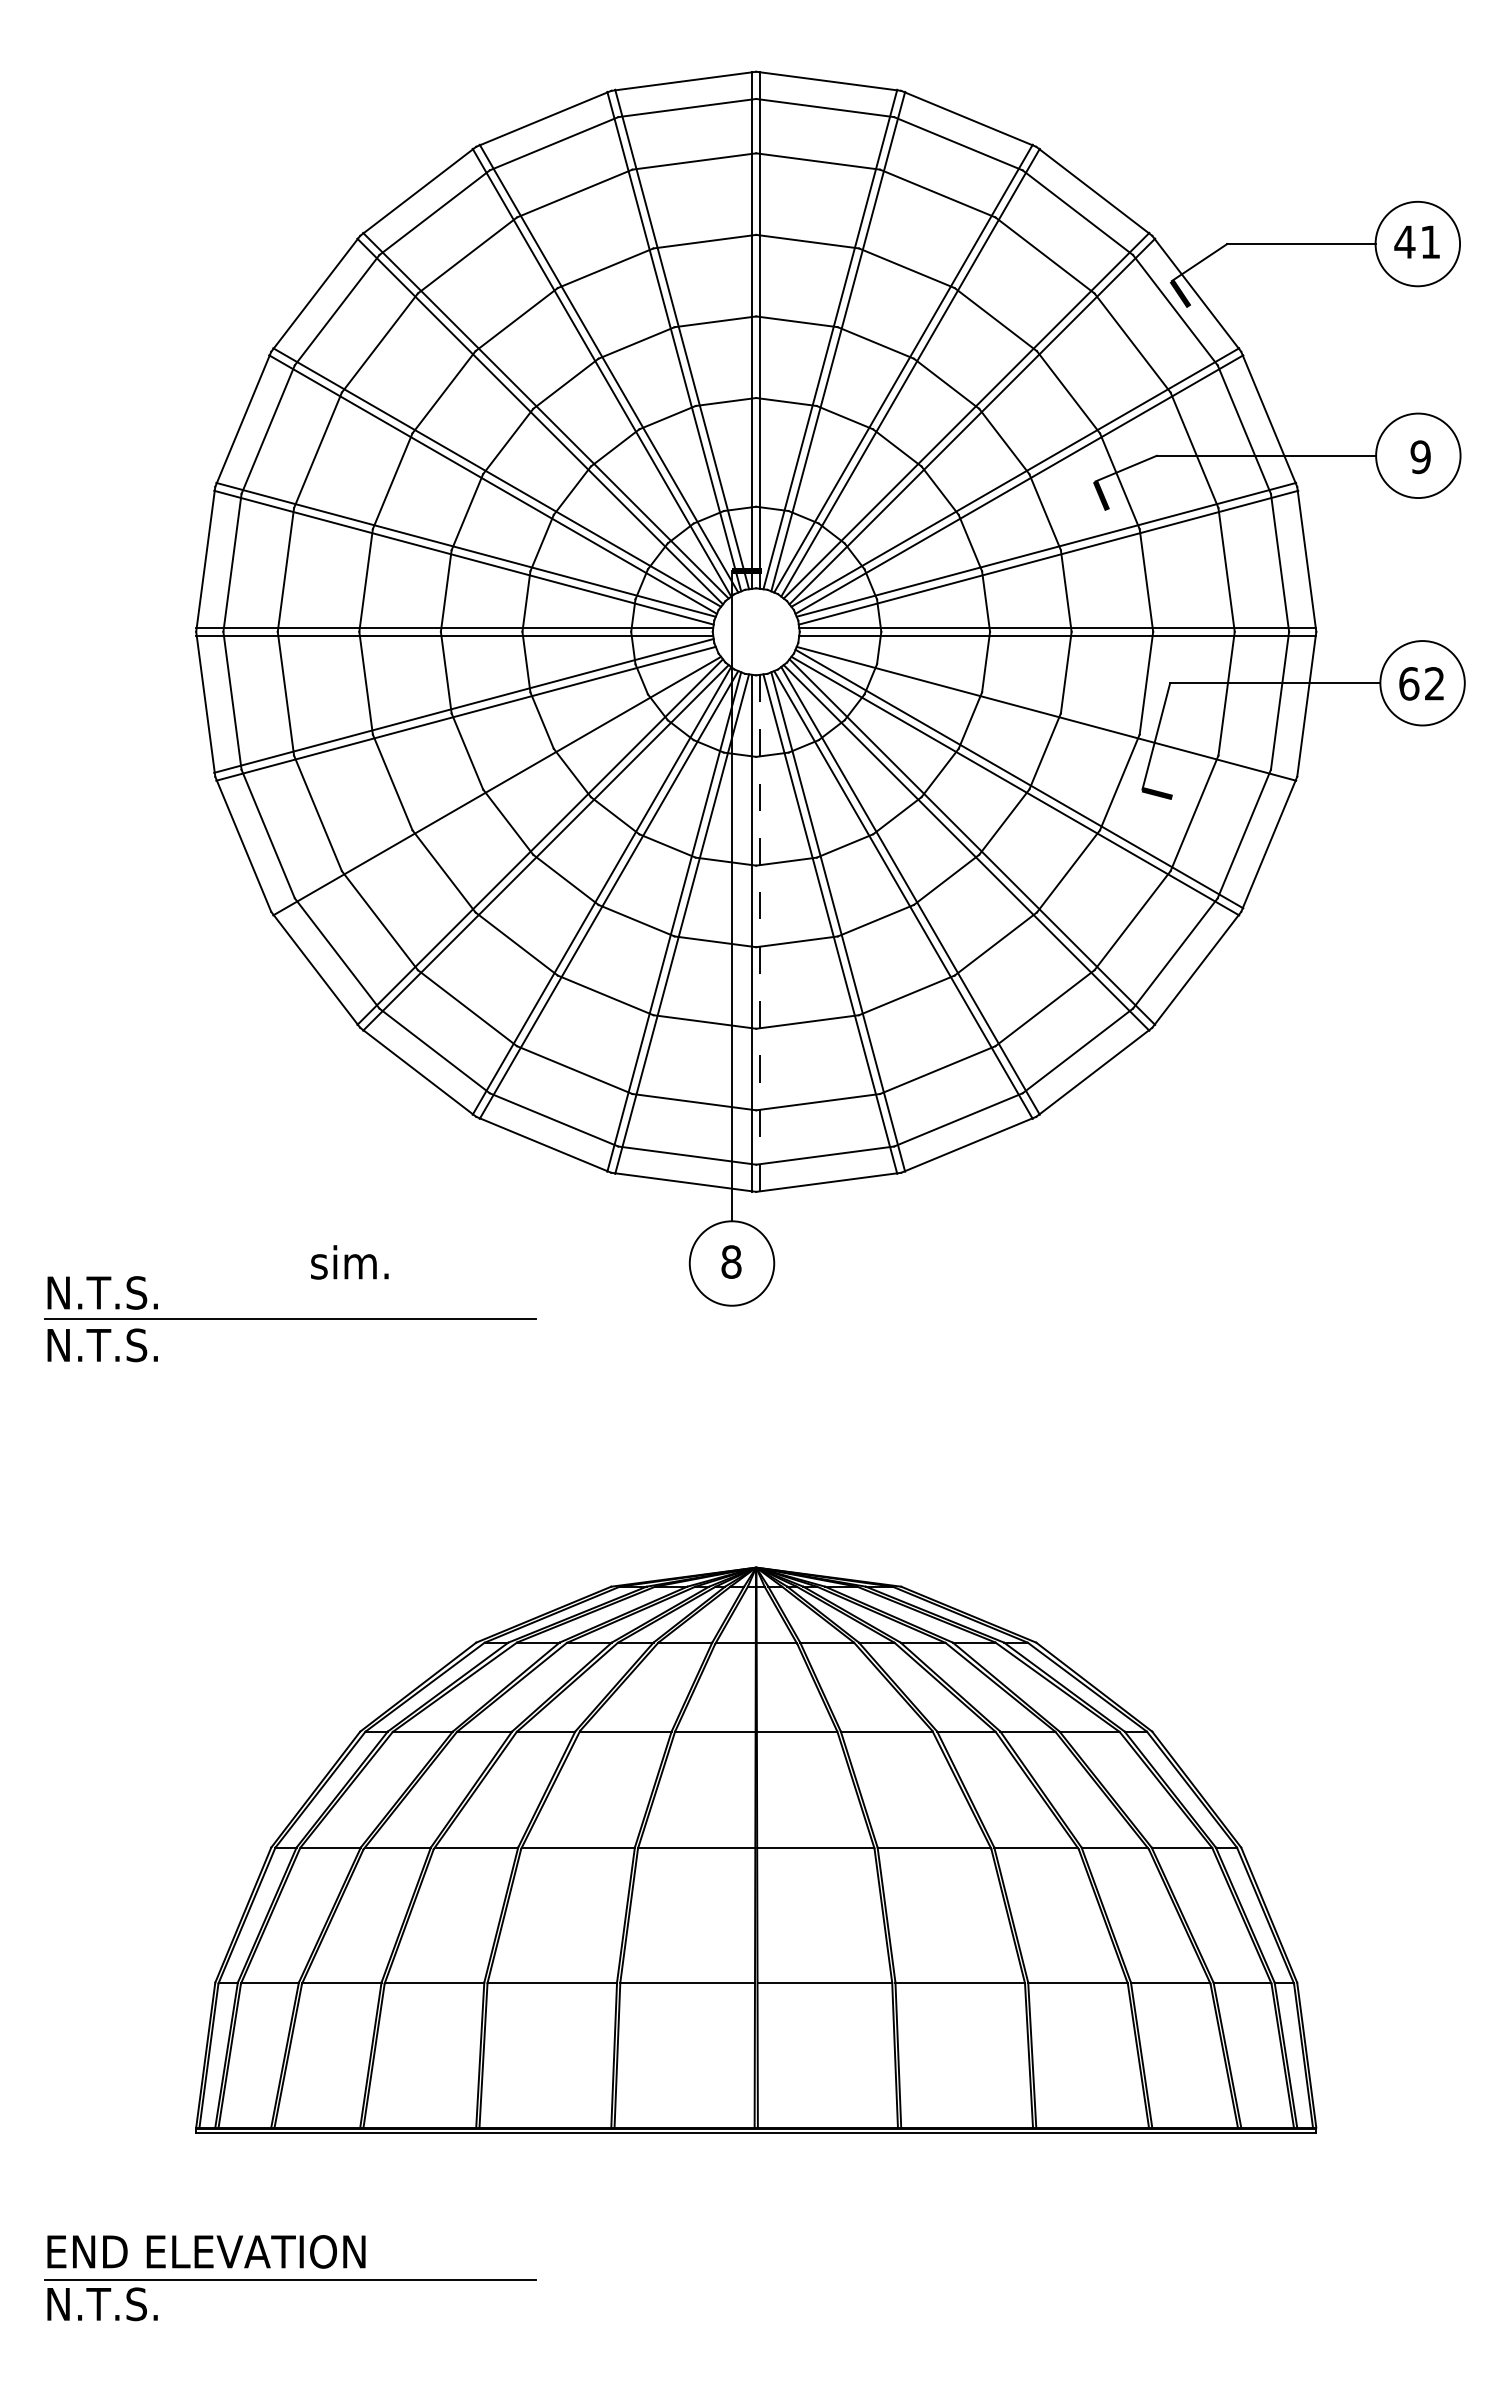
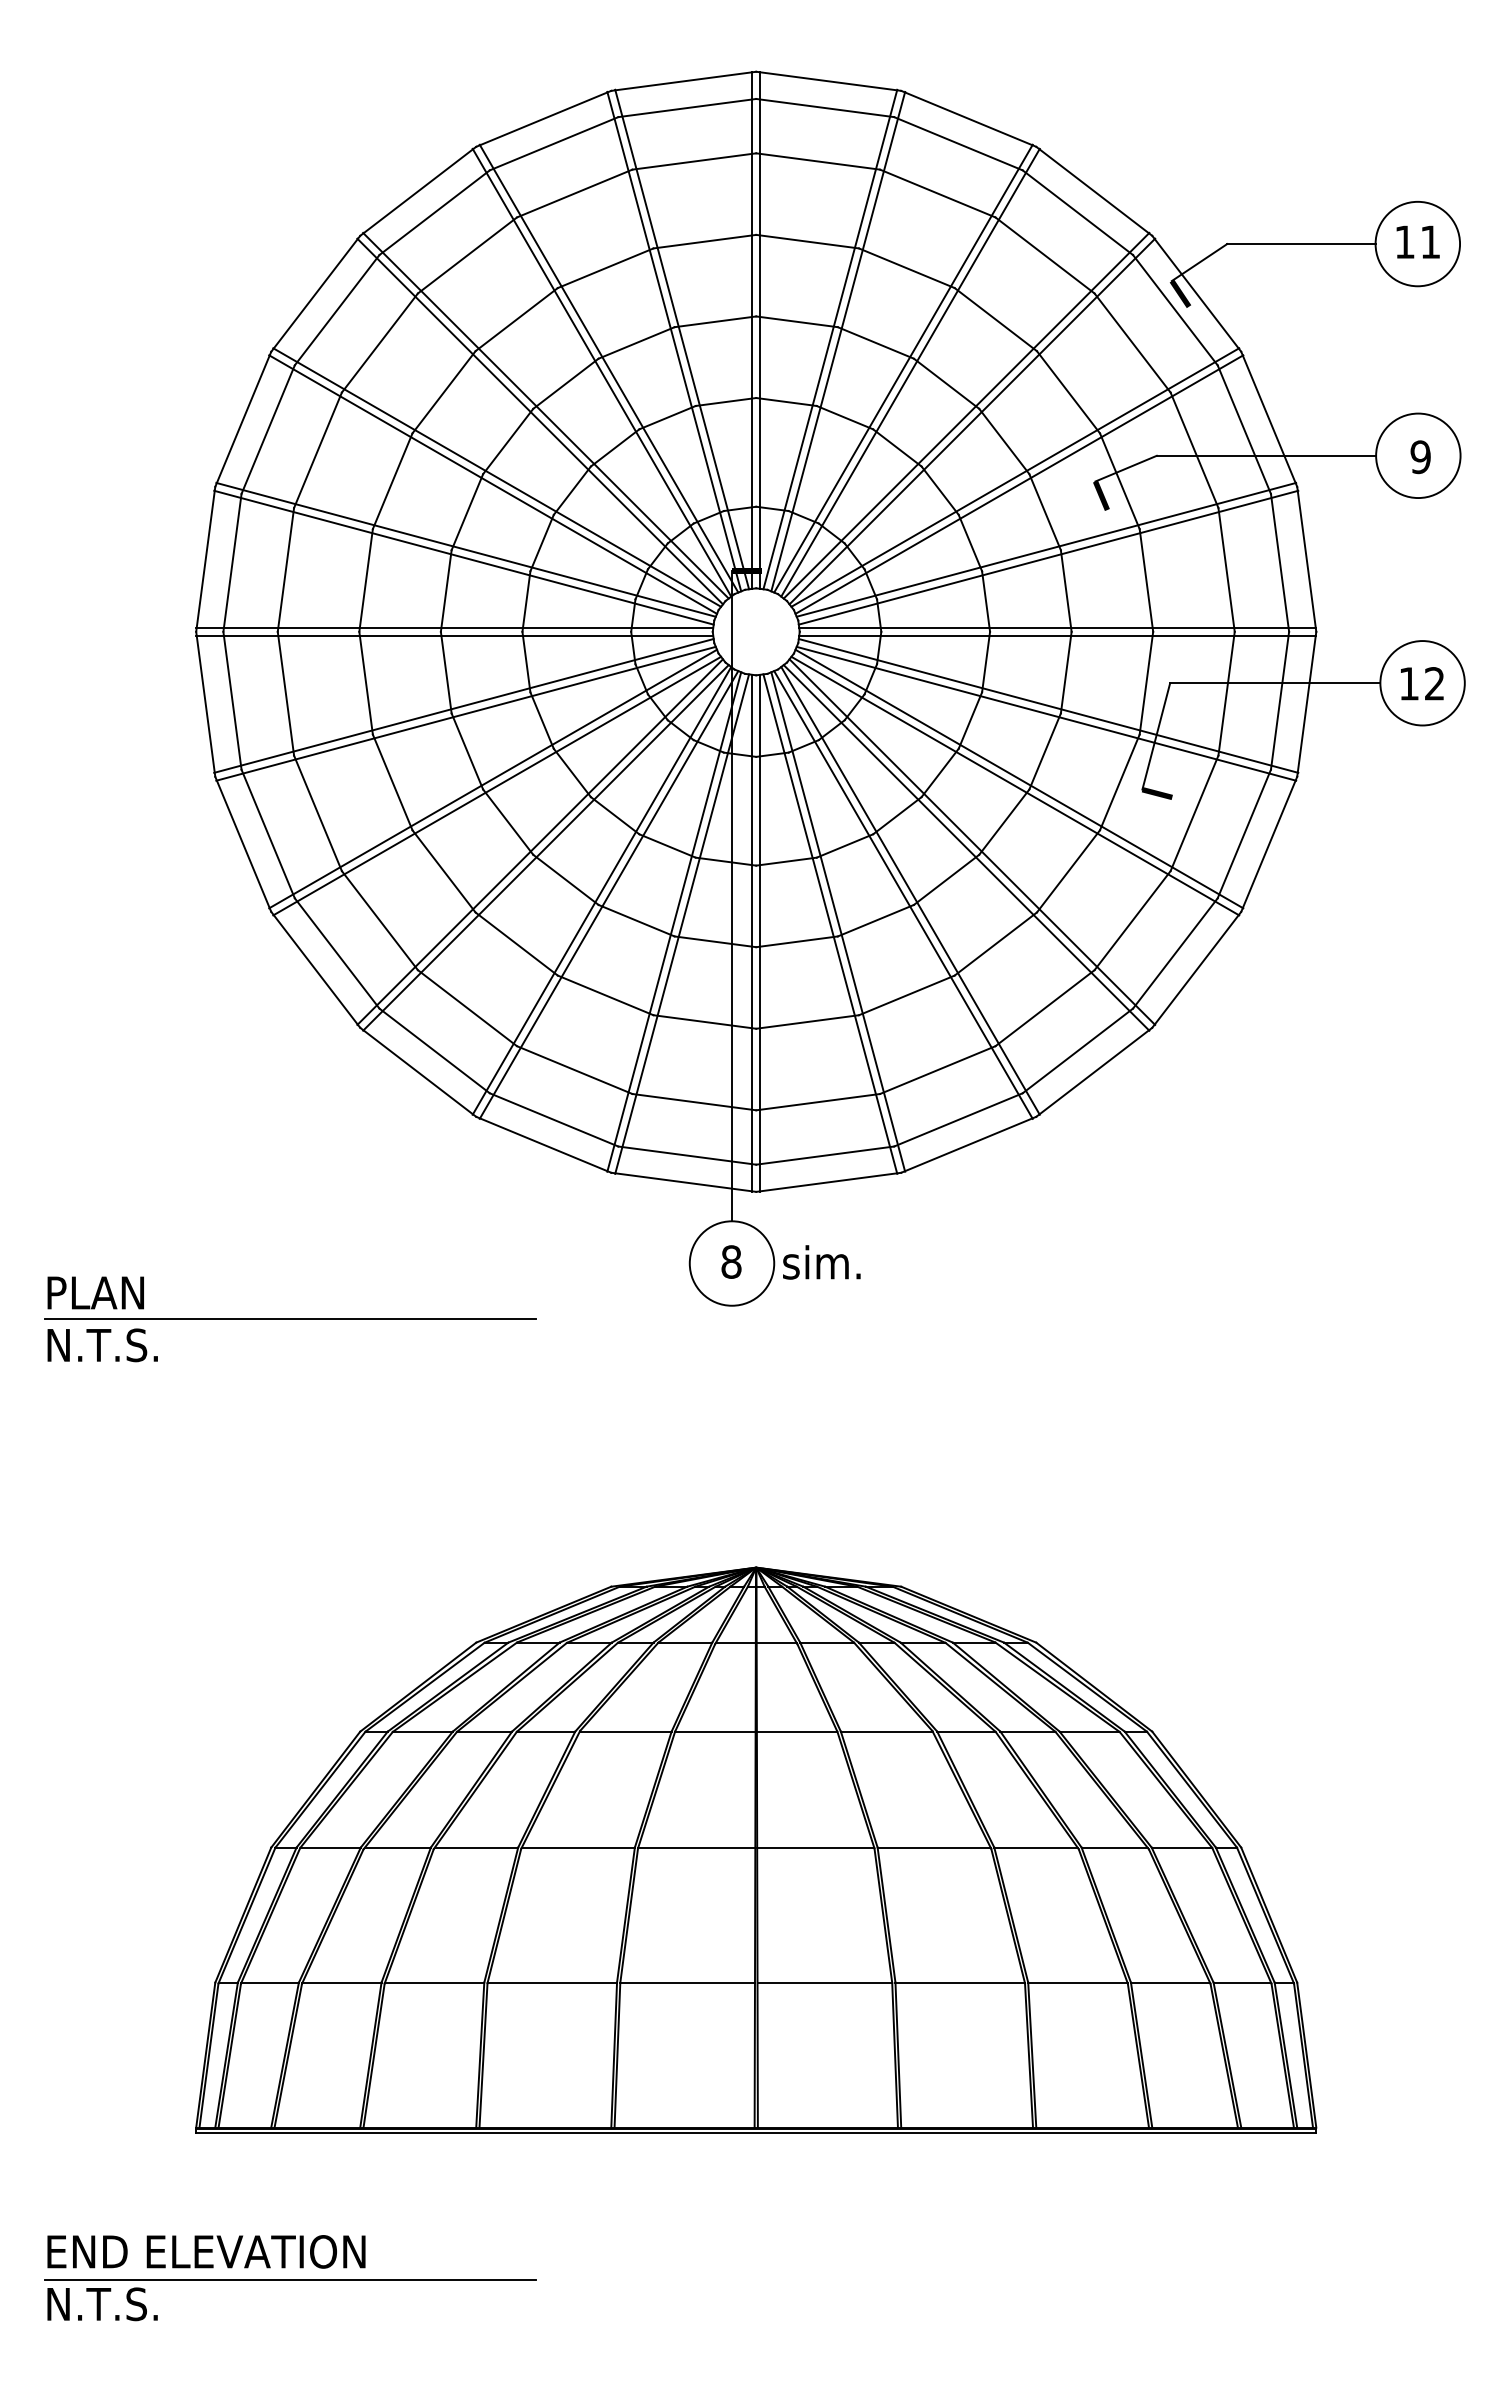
text at (1404, 241): 41 -> 11
text at (1409, 683): 62 -> 12
line at (1048, 705): none -> present
line at (493, 778): none -> present
line at (760, 933): dashed -> solid
text at (349, 1262) position: (349, 1262) -> (821, 1262)
text at (104, 1292): N.T.S. -> PLAN
